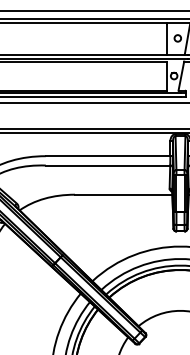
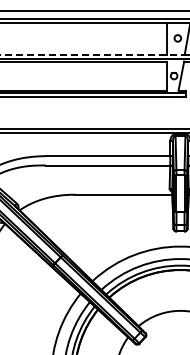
line at (93, 54): solid -> dashed
line at (94, 103): present -> none
